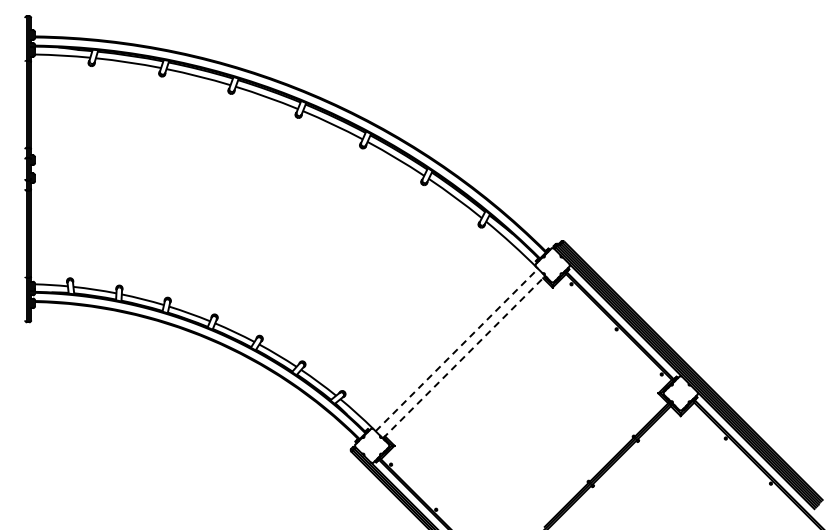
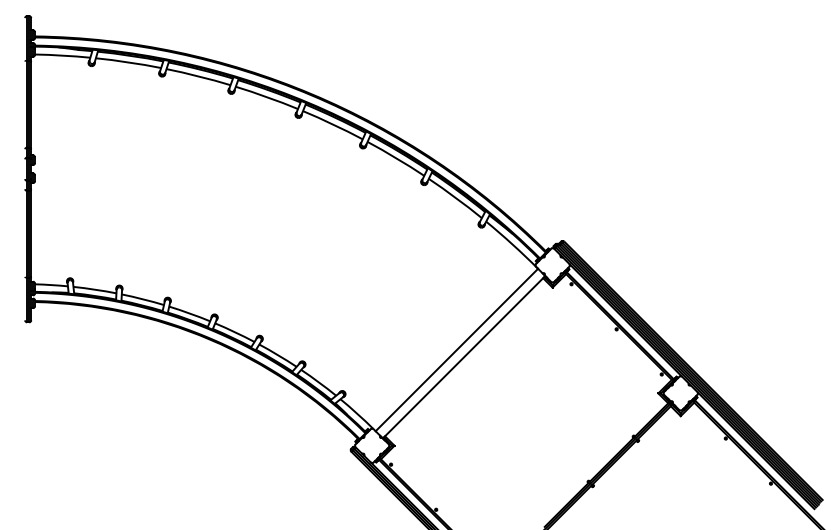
line at (456, 350): dashed -> solid
line at (464, 357): dashed -> solid
